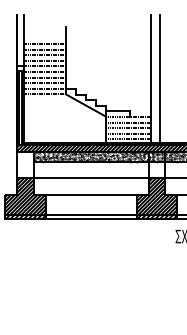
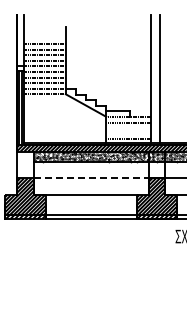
line at (128, 128): present -> none
line at (128, 133): present -> none
line at (91, 178): solid -> dashed
